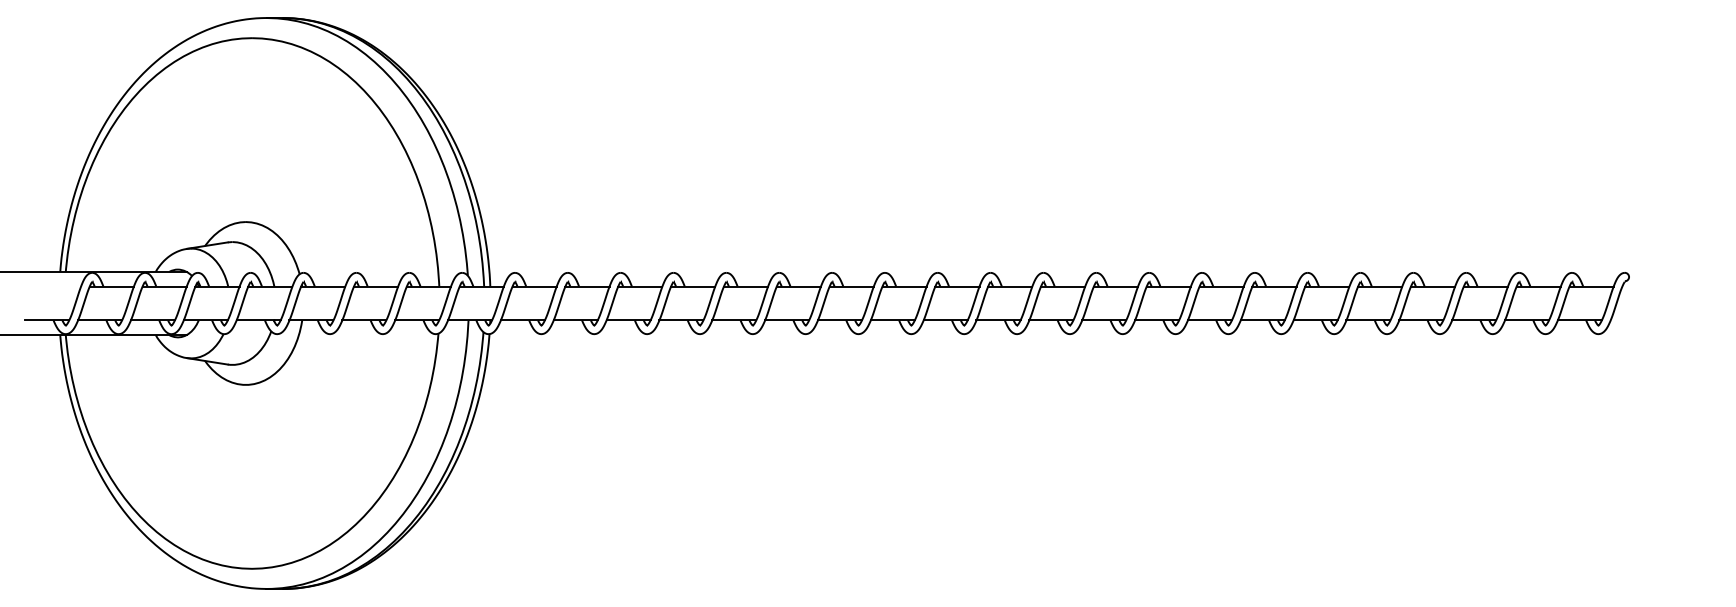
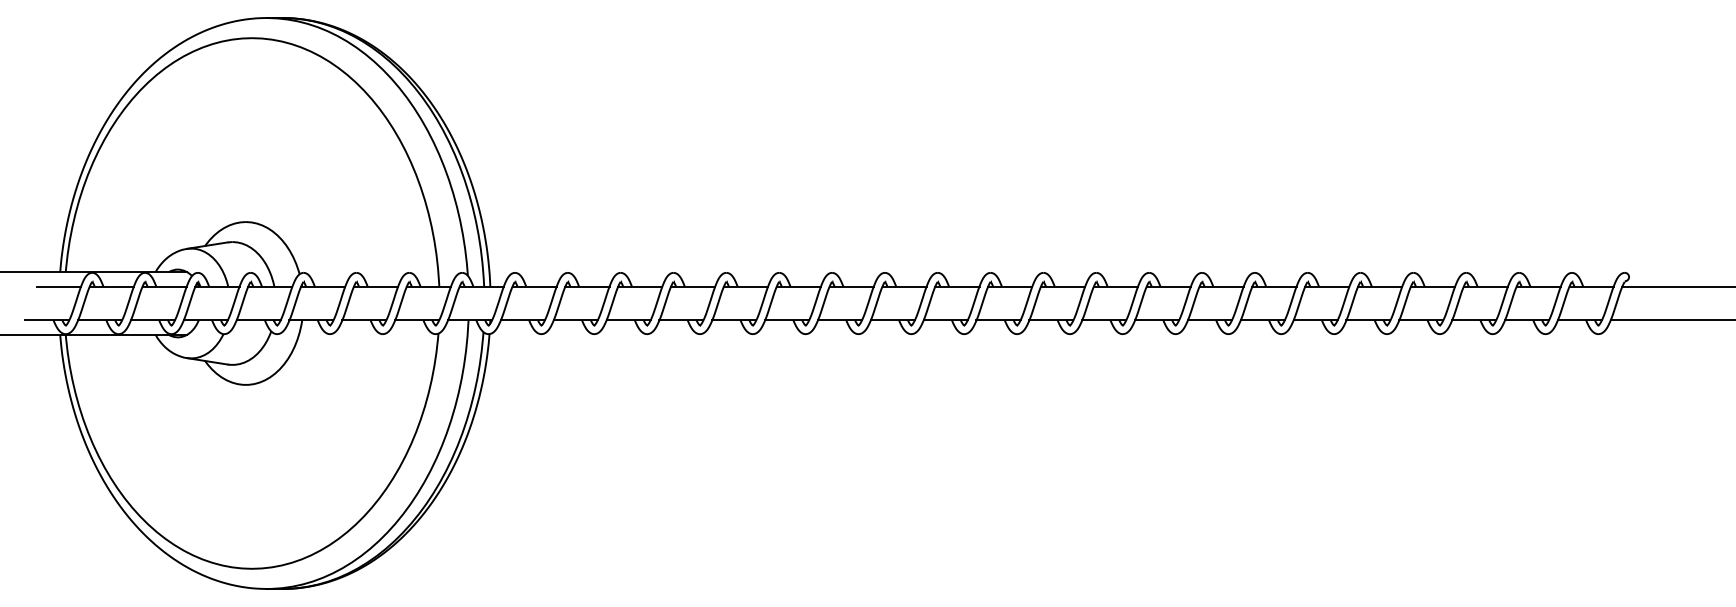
line at (58, 286): none -> present
line at (1677, 286): none -> present
line at (1671, 320): none -> present
